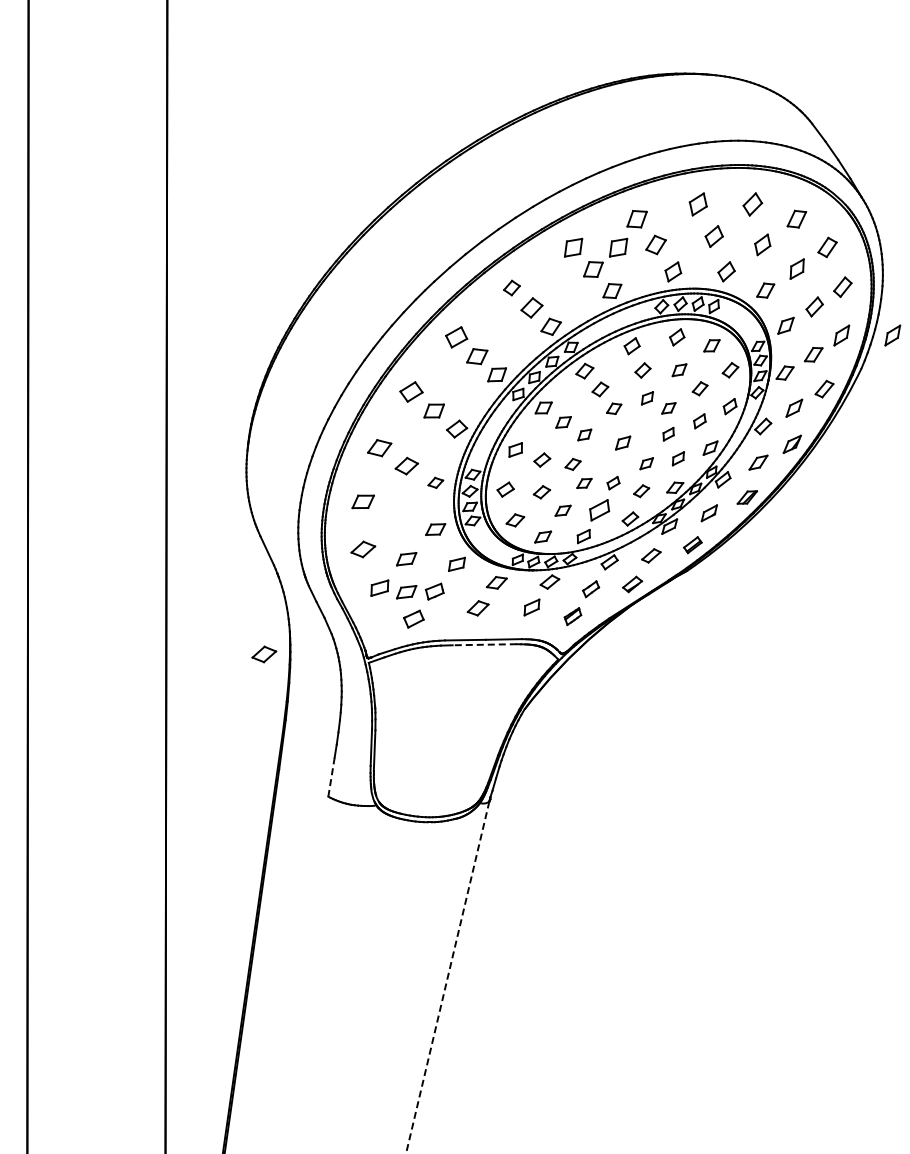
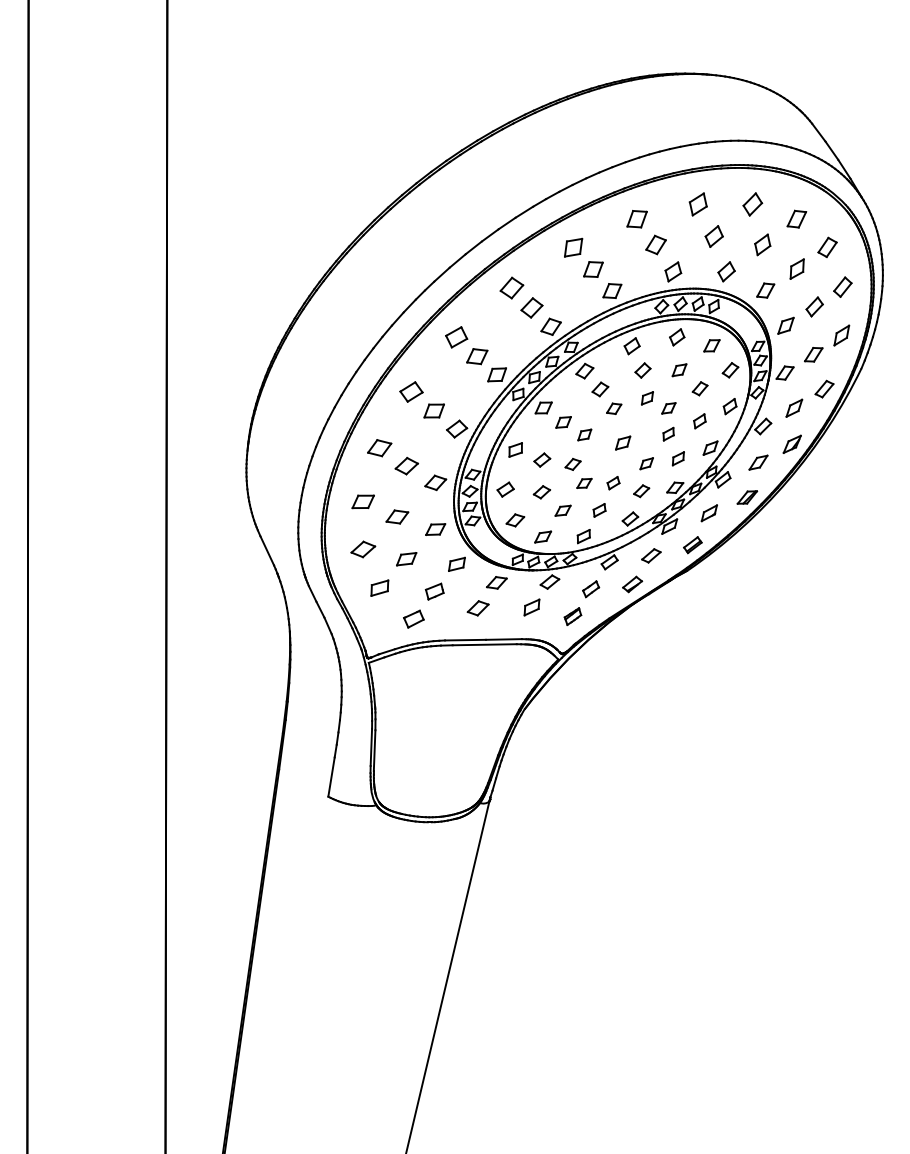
part at (618, 247): present -> none
part at (511, 287) size: 18x18 px -> 26x24 px
part at (892, 335): present -> none
part at (435, 482) size: 18x13 px -> 24x18 px
part at (599, 510) size: 22x23 px -> 15x15 px
part at (397, 516): none -> present
part at (406, 592): present -> none
line at (484, 644): dashed -> solid
part at (264, 654): present -> none
line at (331, 777): dashed -> solid
line at (447, 977): dashed -> solid
